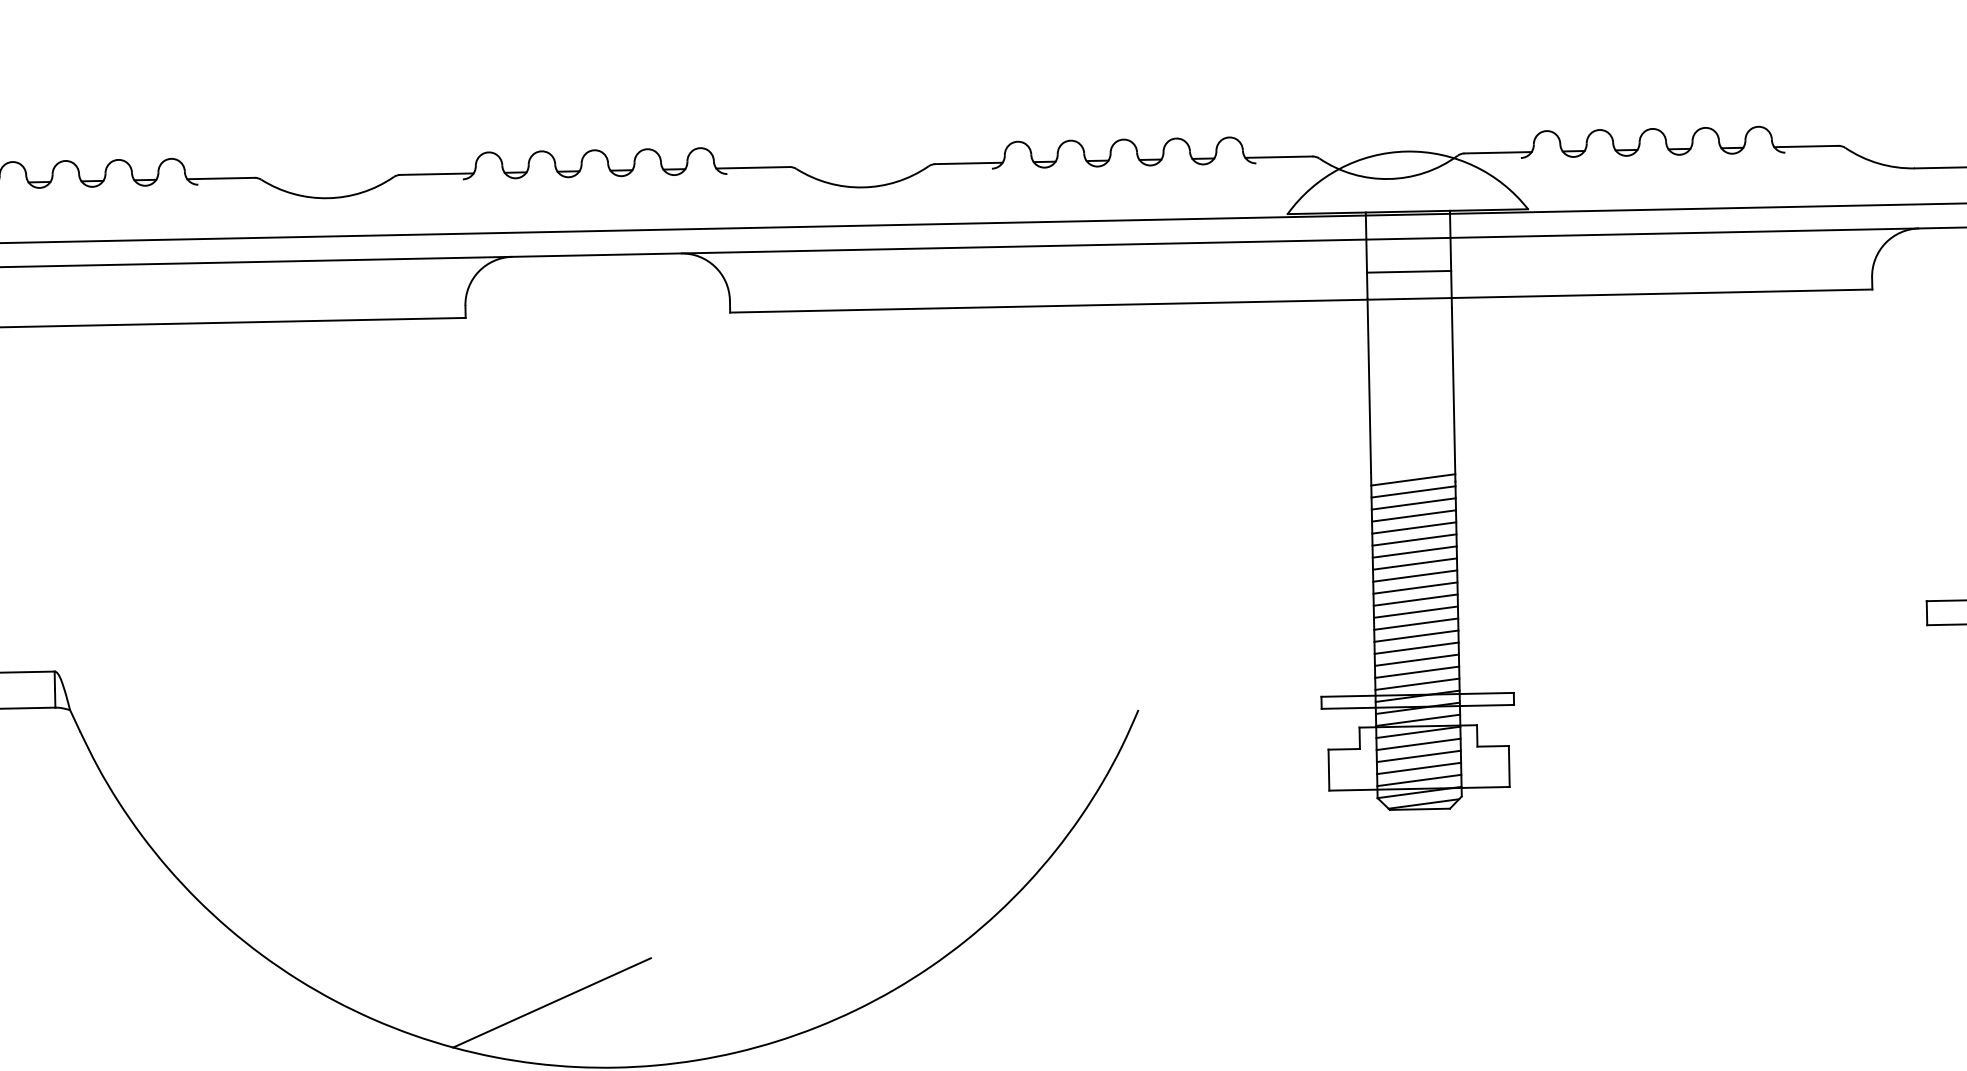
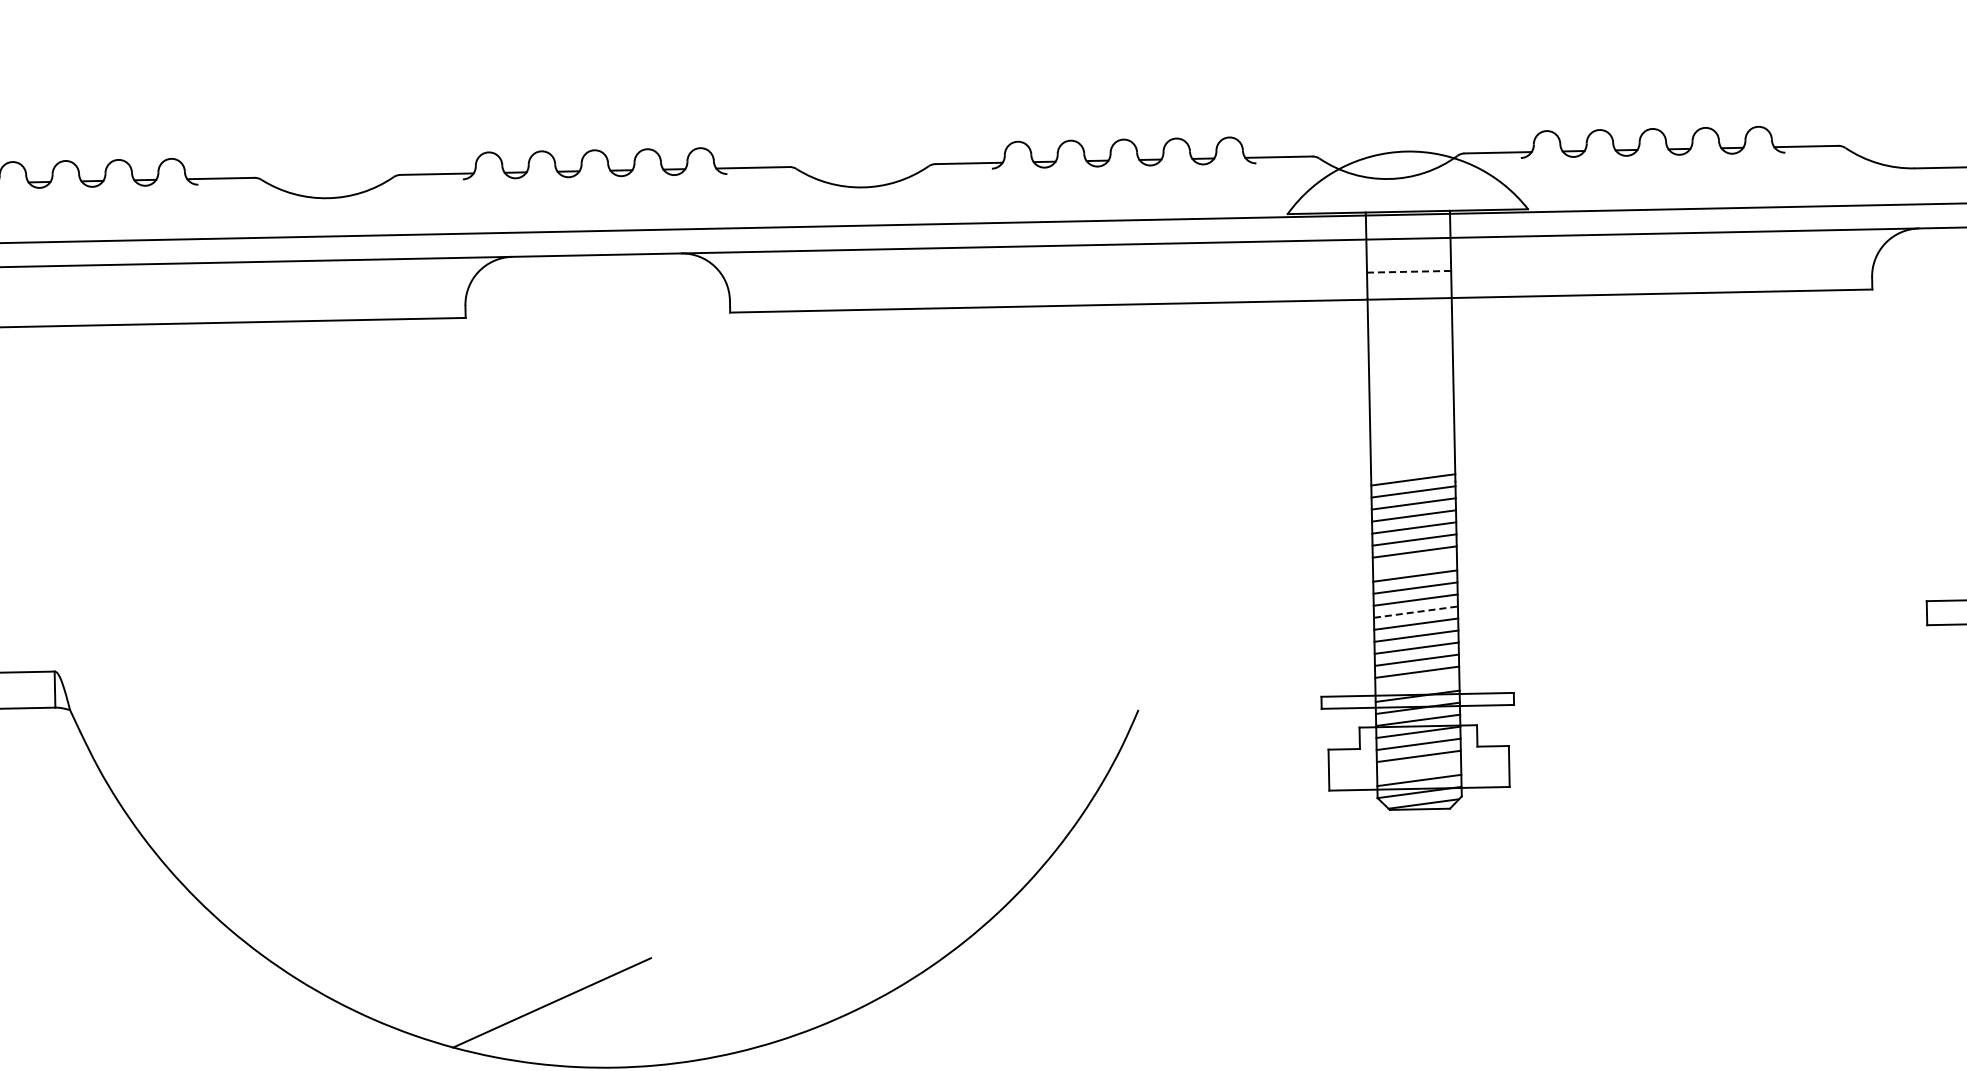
line at (1409, 271): solid -> dashed
line at (1414, 563): present -> none
line at (1416, 612): solid -> dashed
line at (1417, 683): present -> none
line at (1419, 768): present -> none
